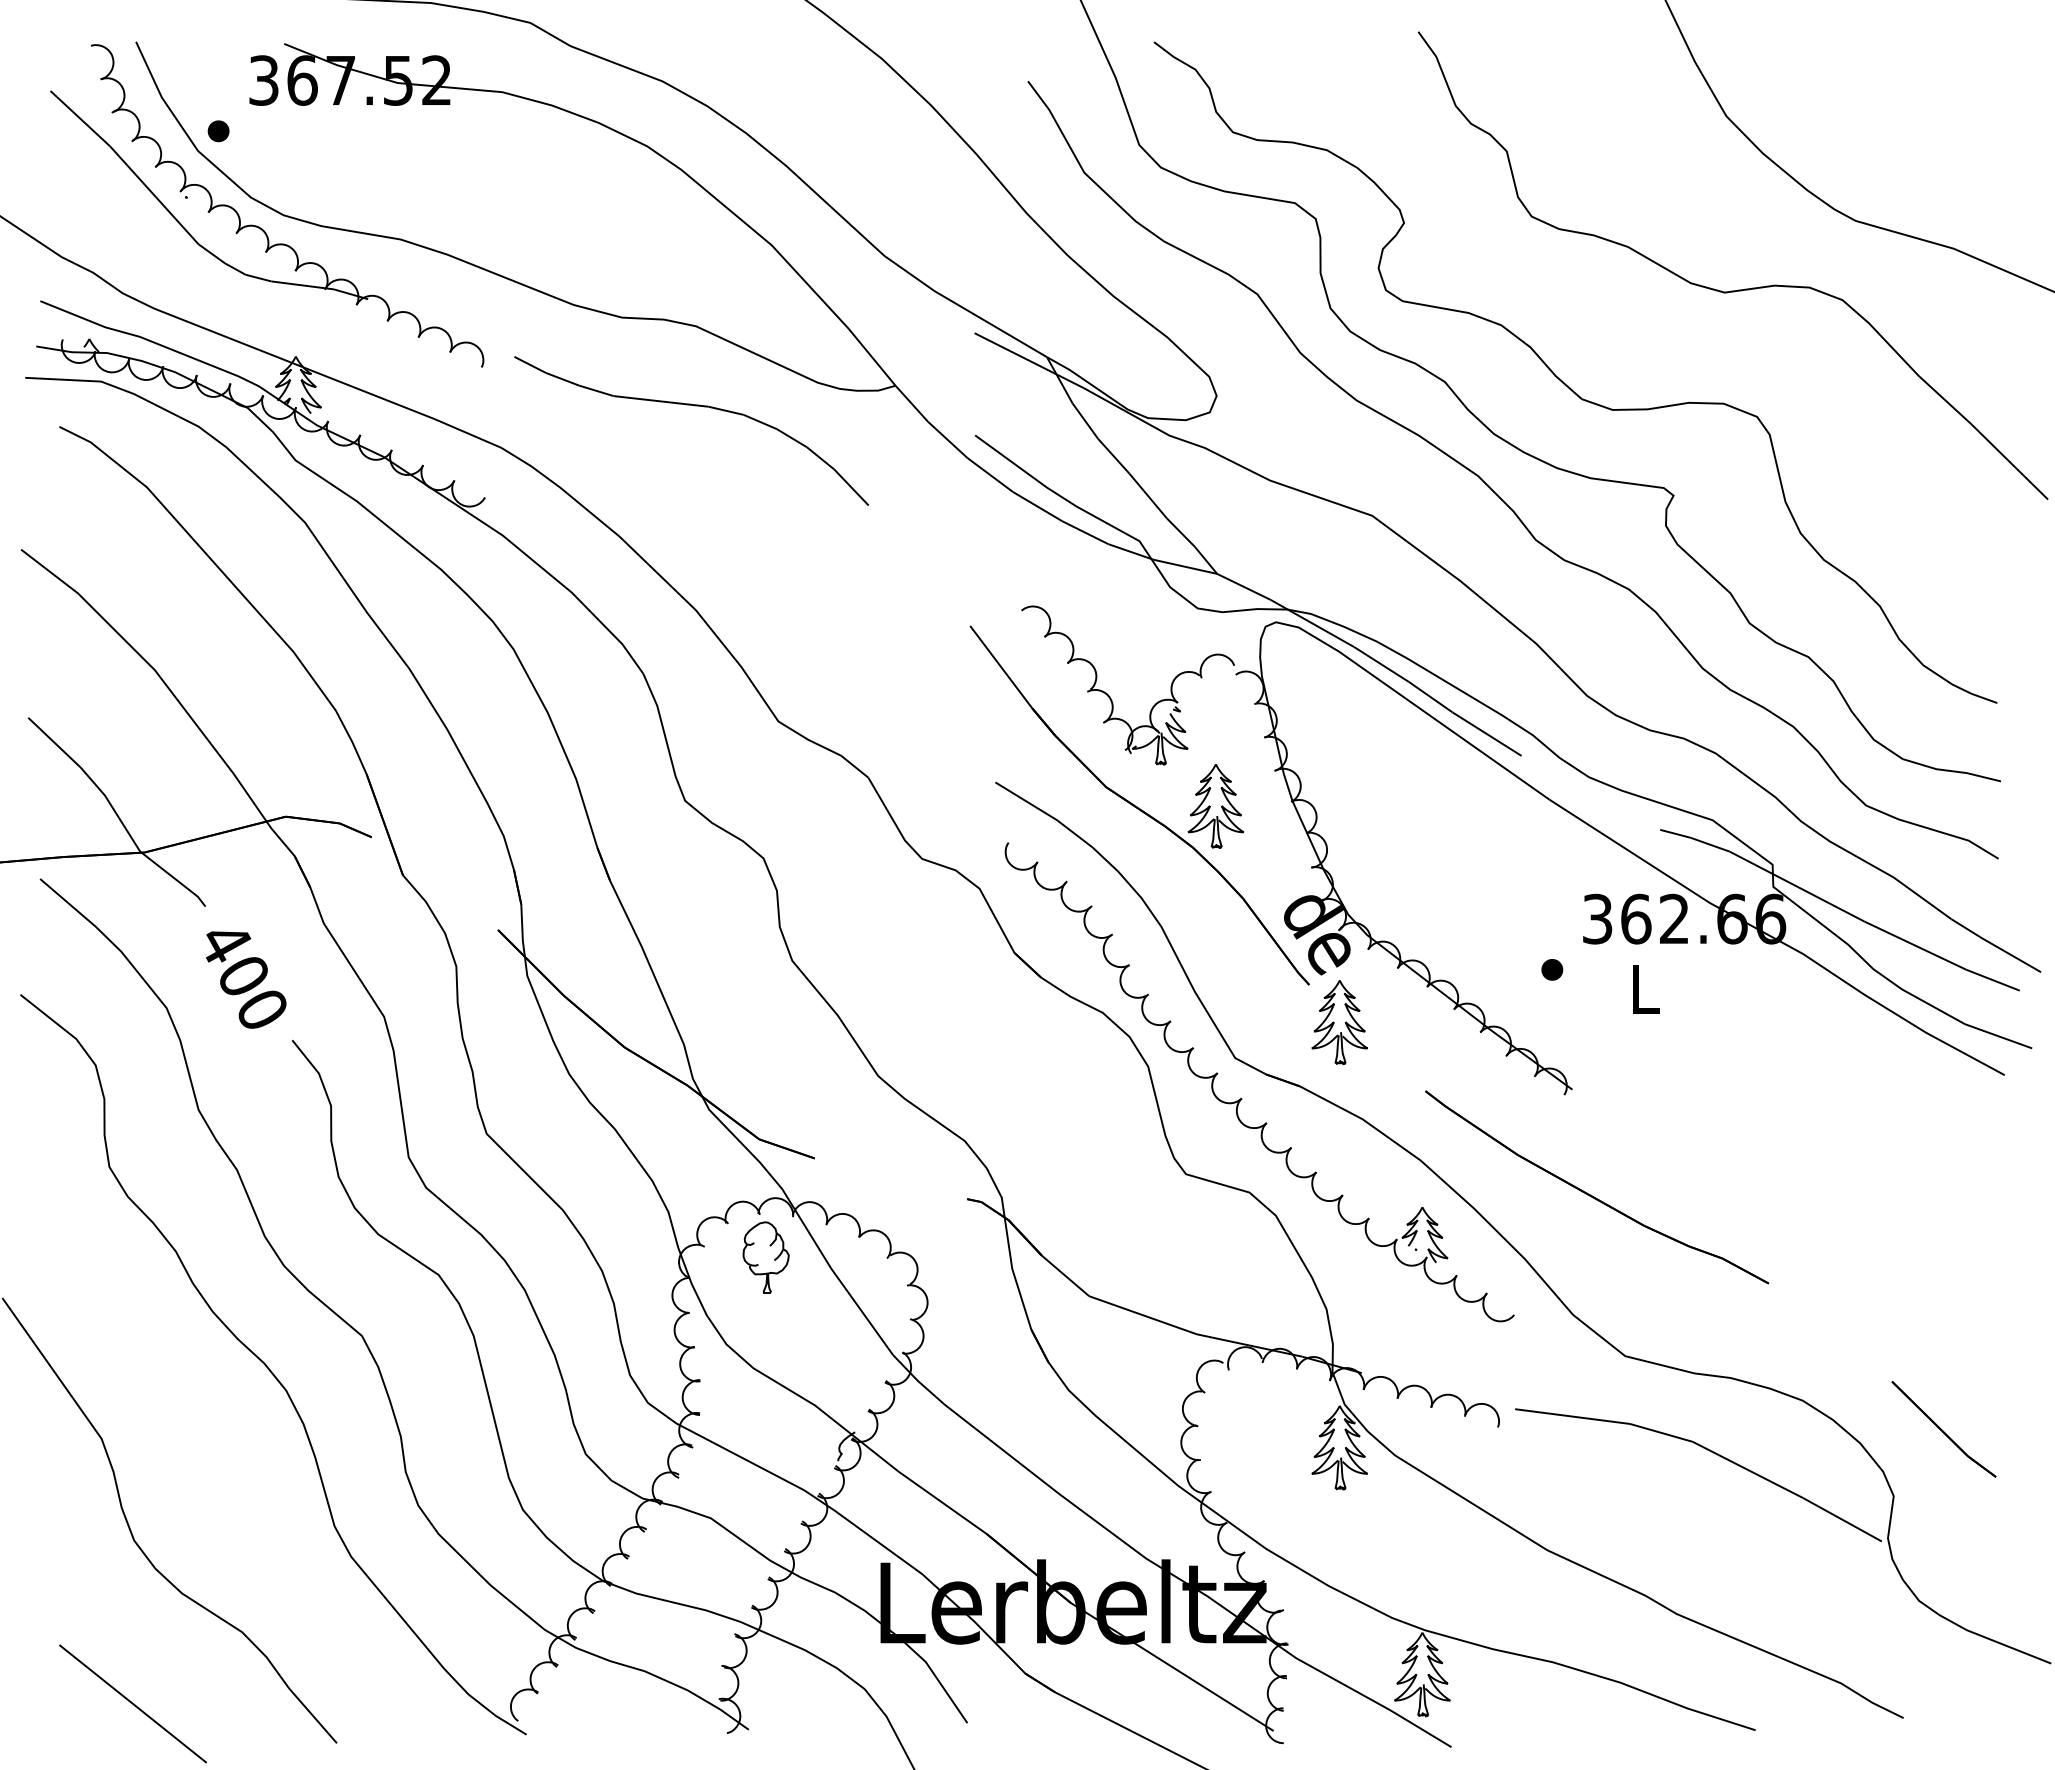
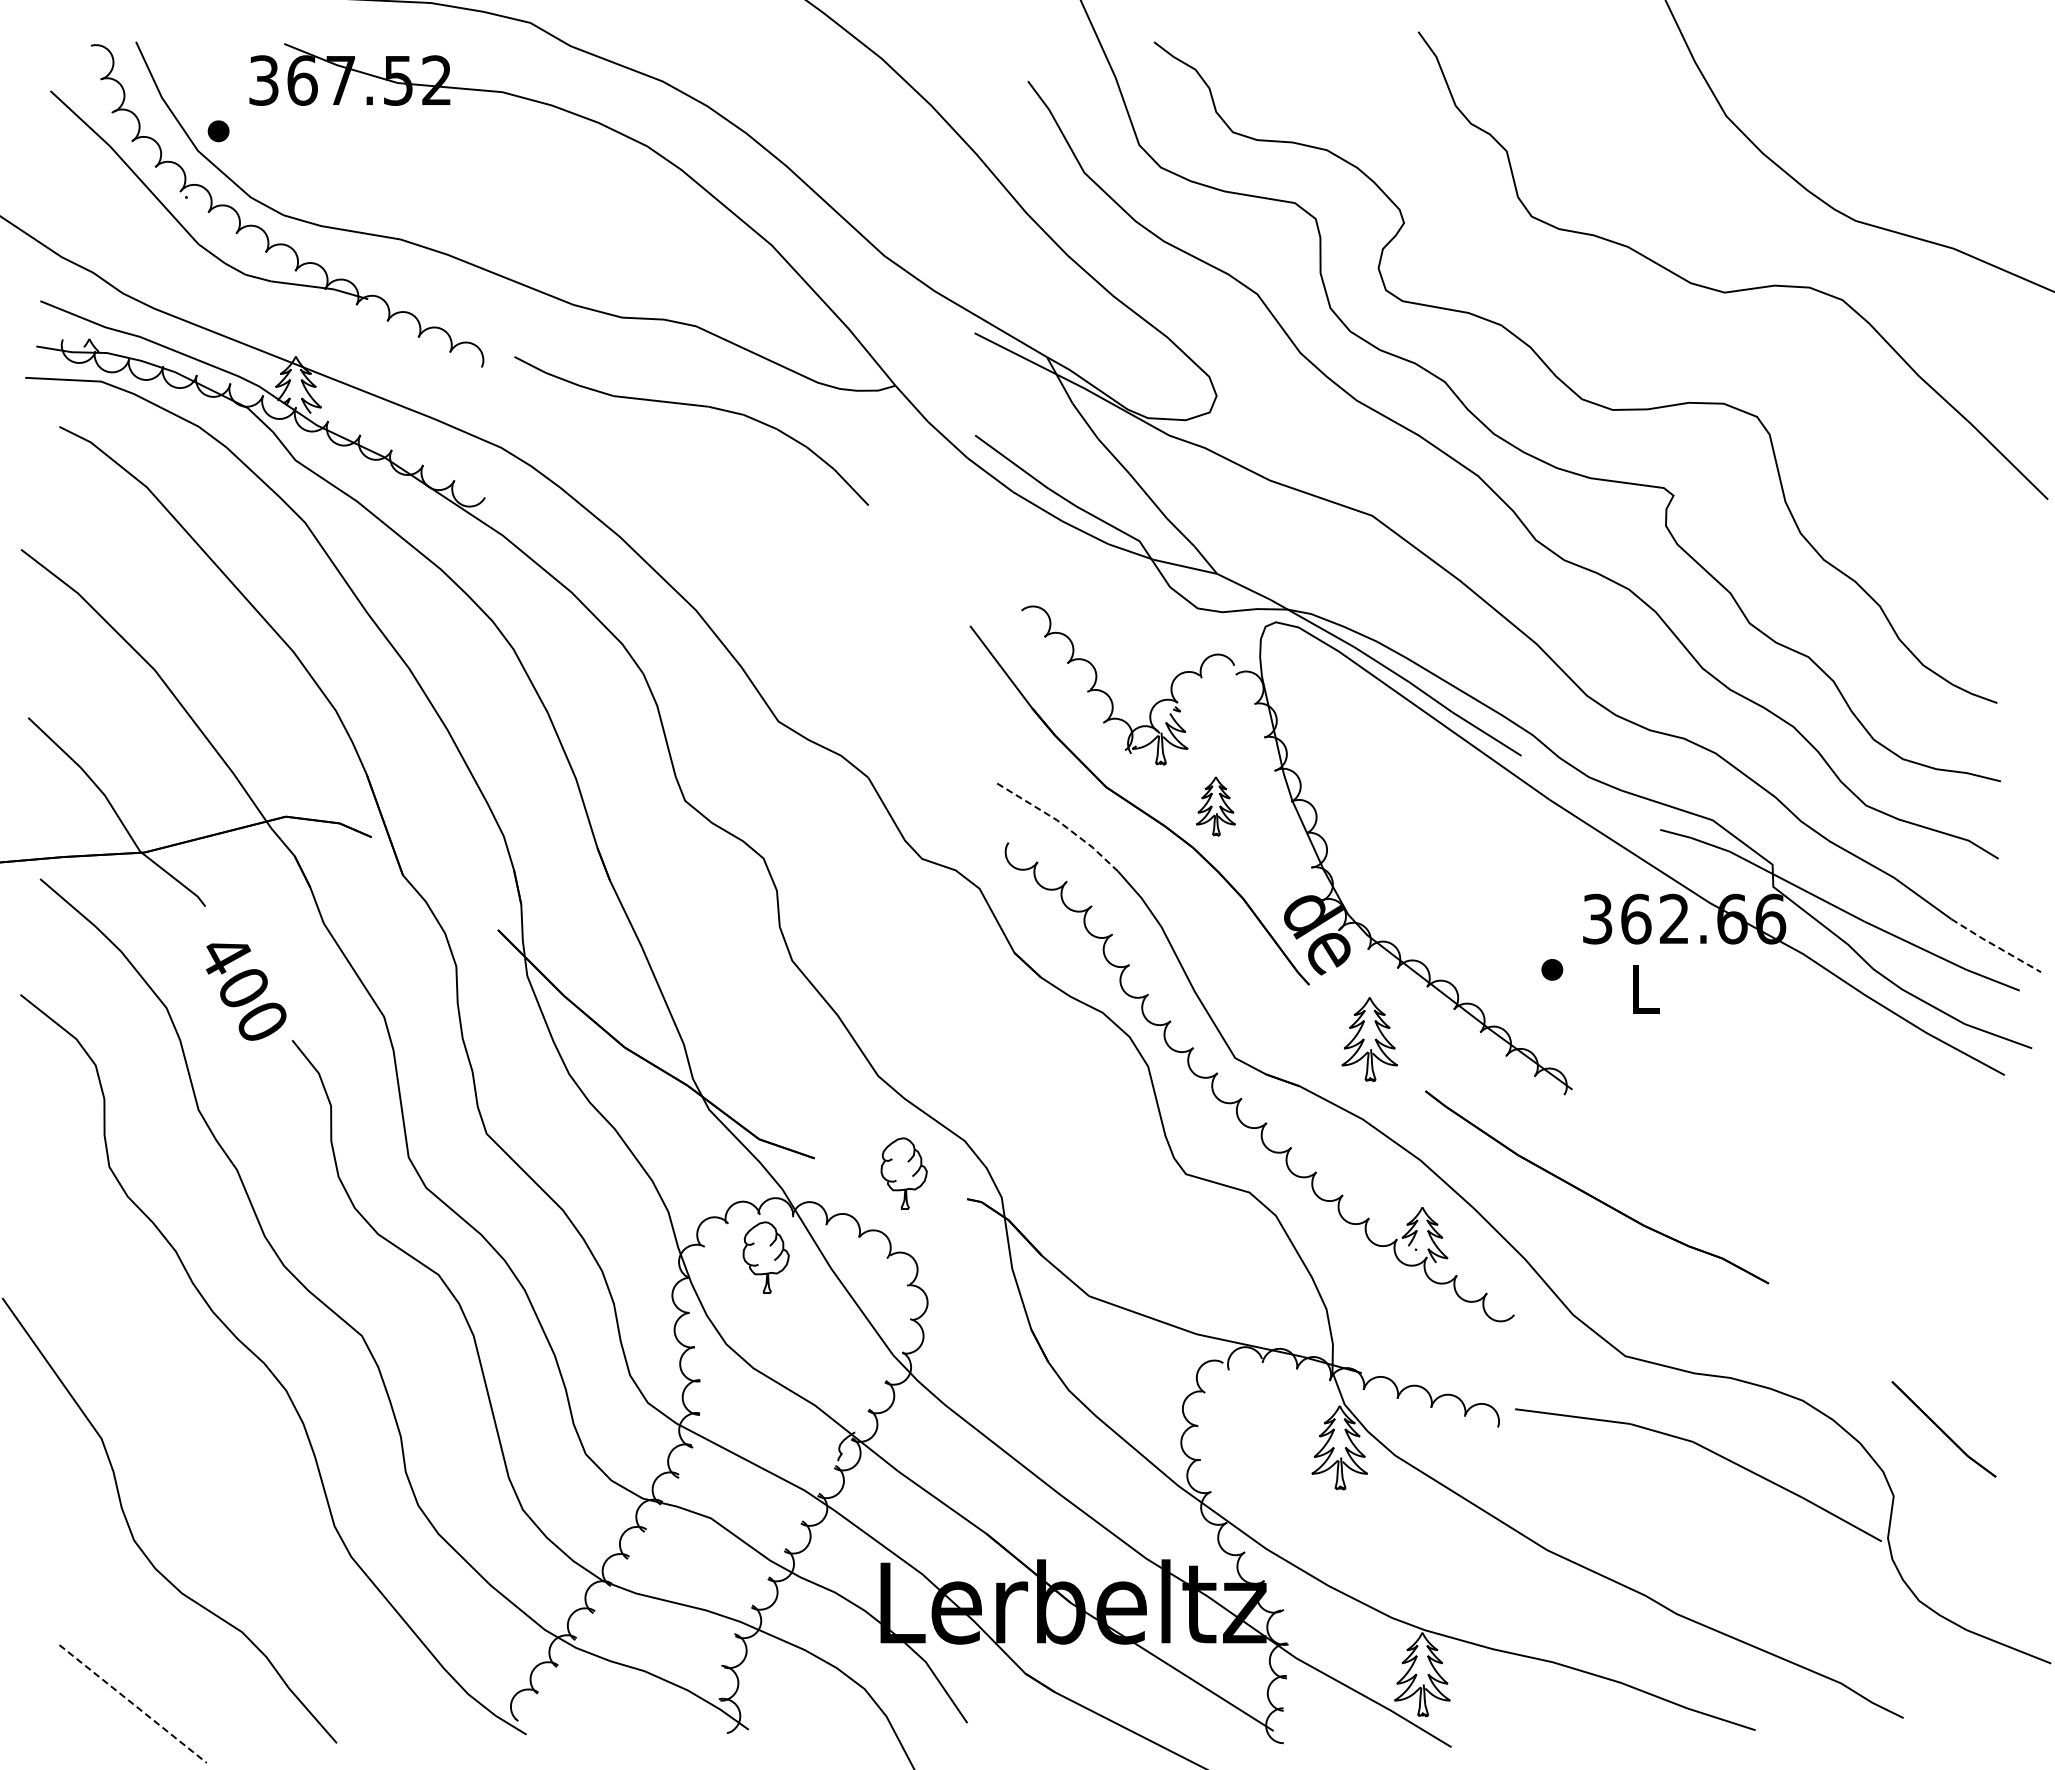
part at (1215, 806) size: 58x85 px -> 40x61 px
line at (1059, 821): solid -> dashed
line at (1995, 945): solid -> dashed
text at (246, 979) position: (246, 979) -> (246, 991)
part at (1339, 1022) position: (1339, 1022) -> (1369, 1039)
part at (903, 1173): none -> present
line at (133, 1704): solid -> dashed
